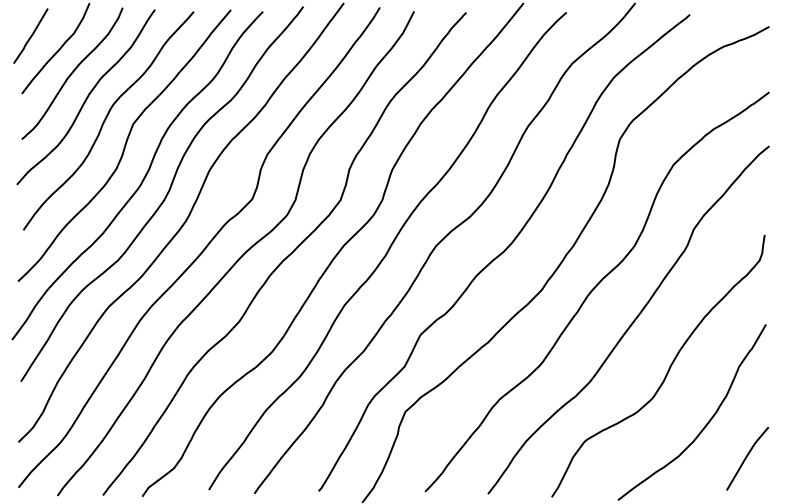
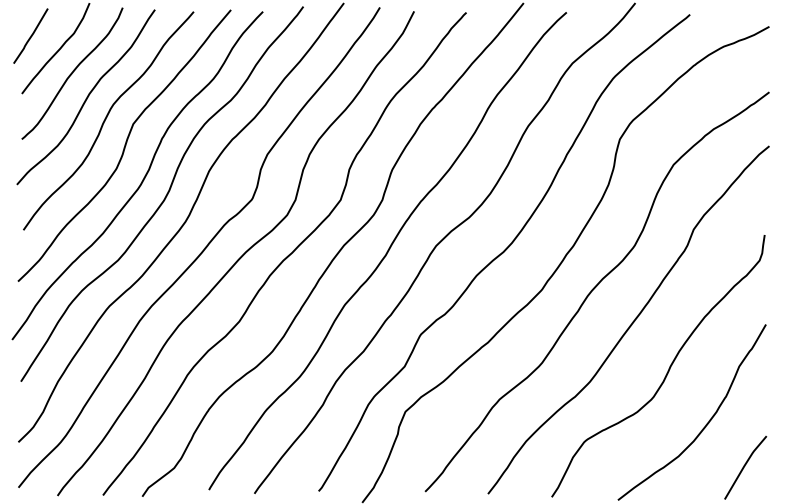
line at (747, 457) position: (747, 457) -> (745, 466)
